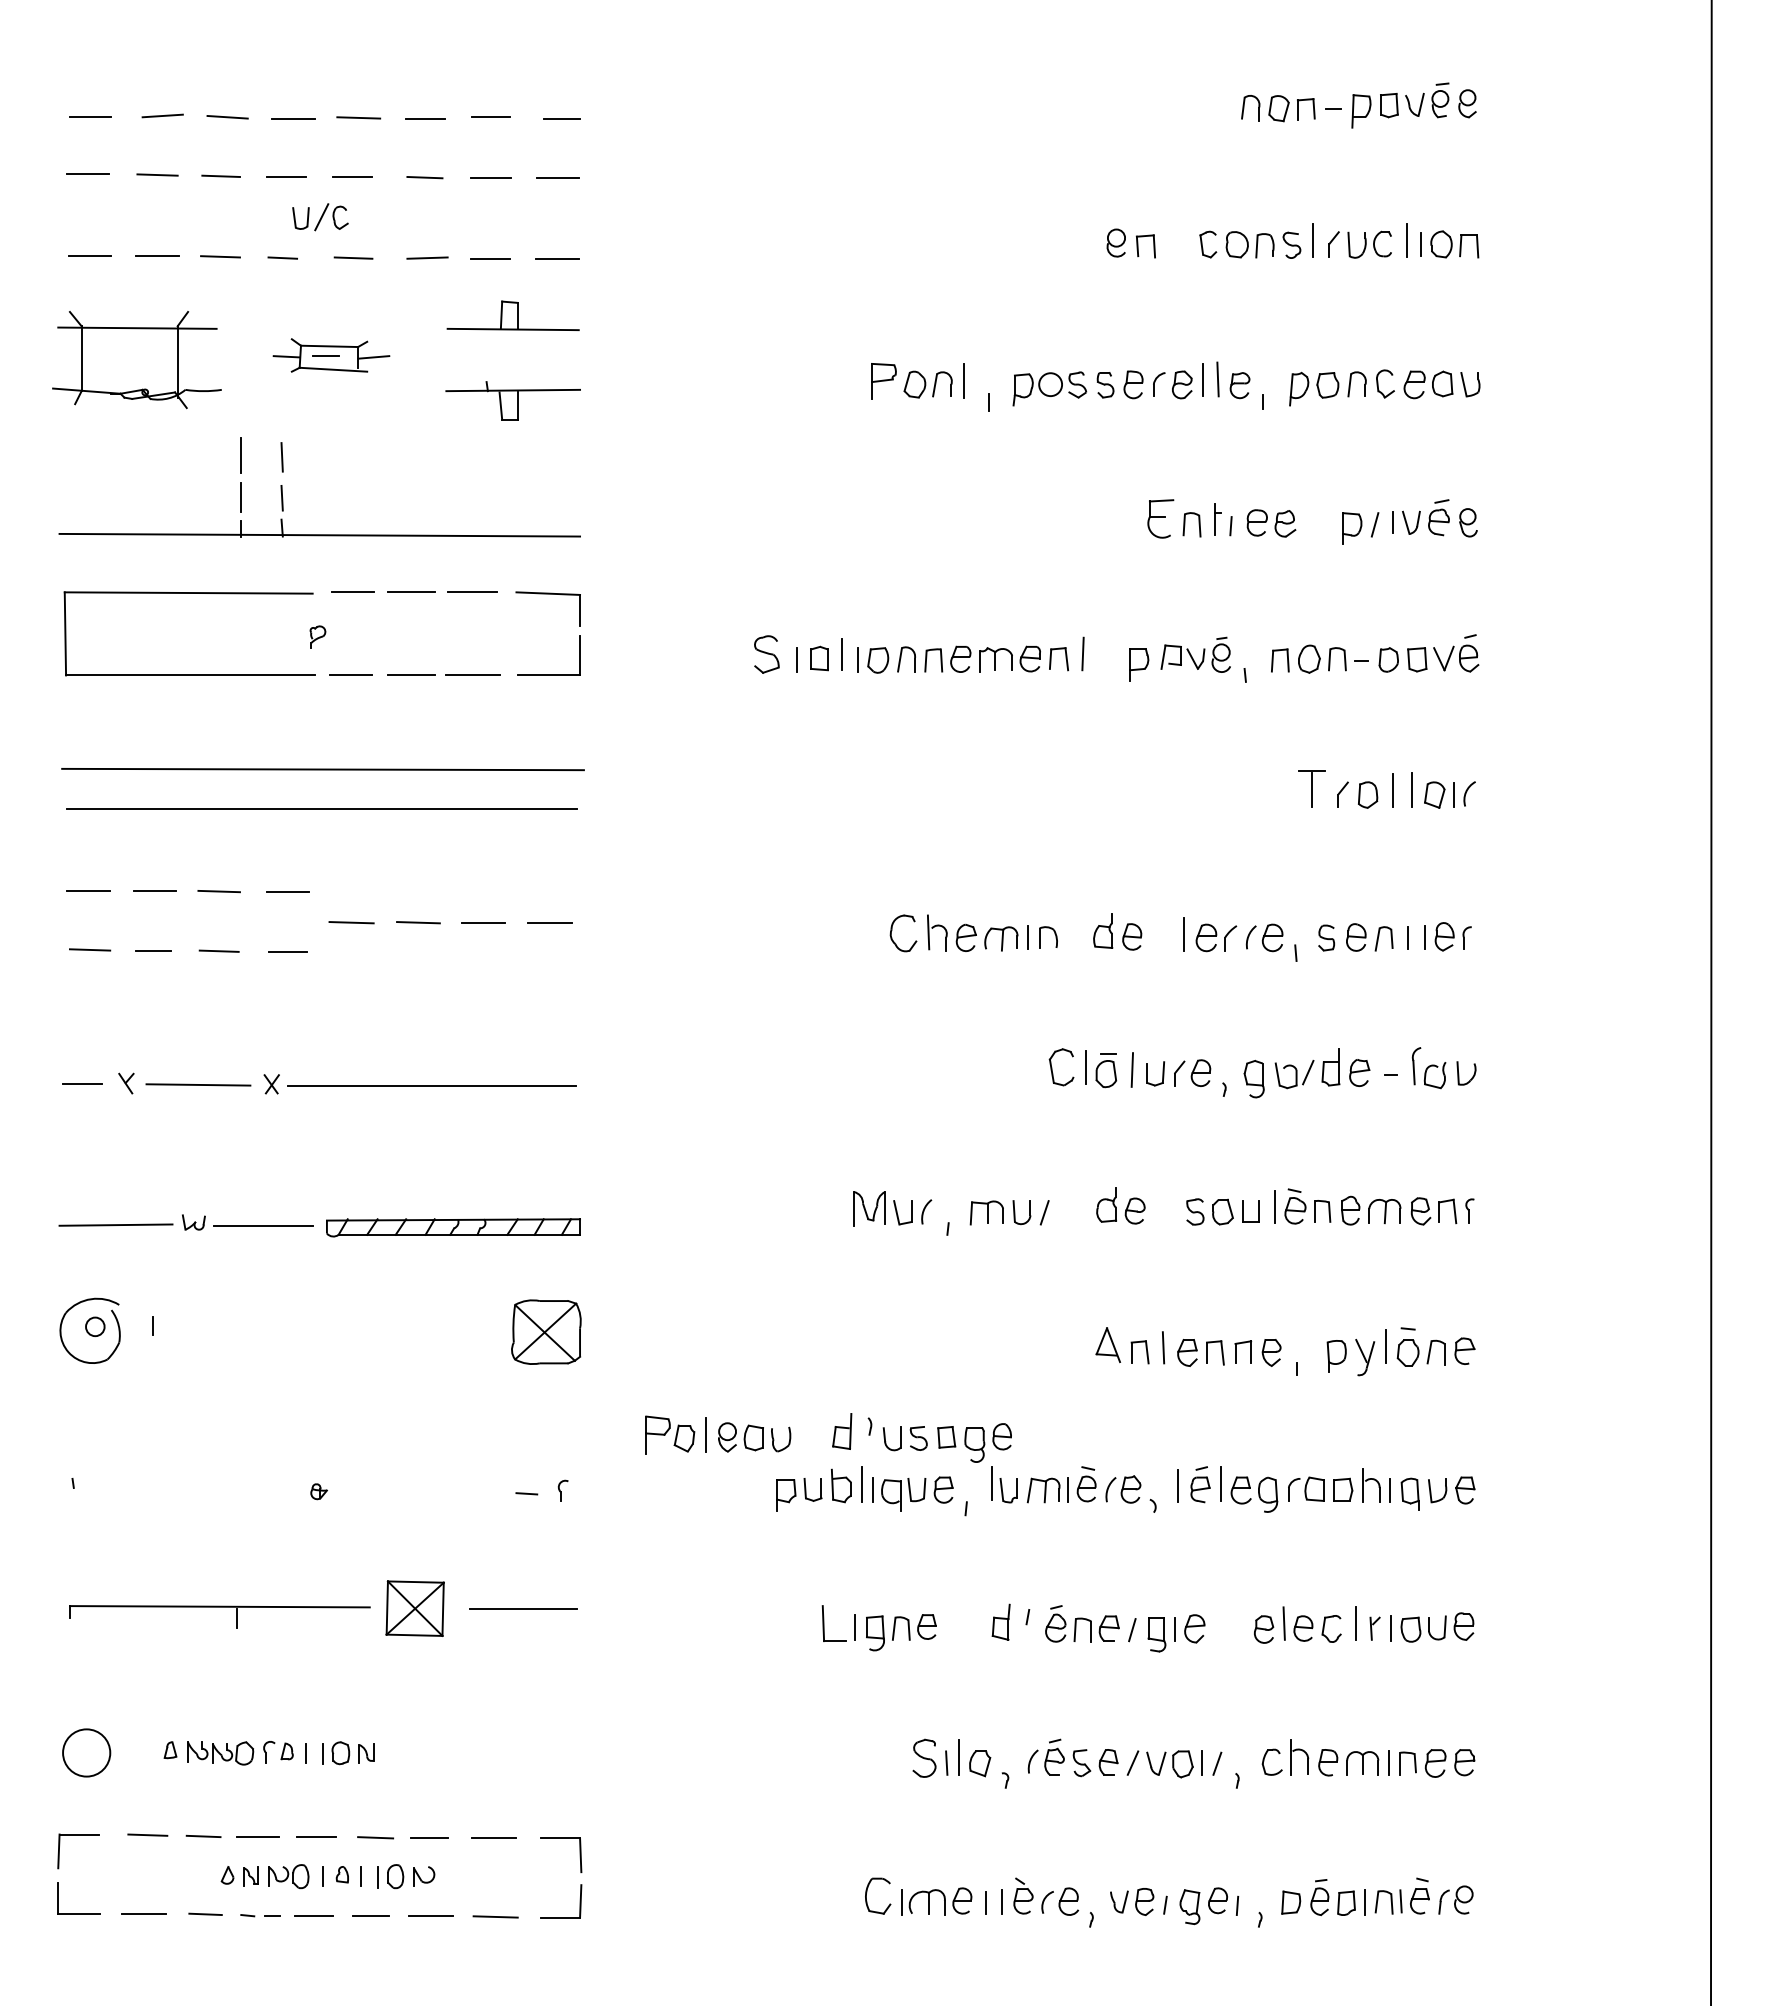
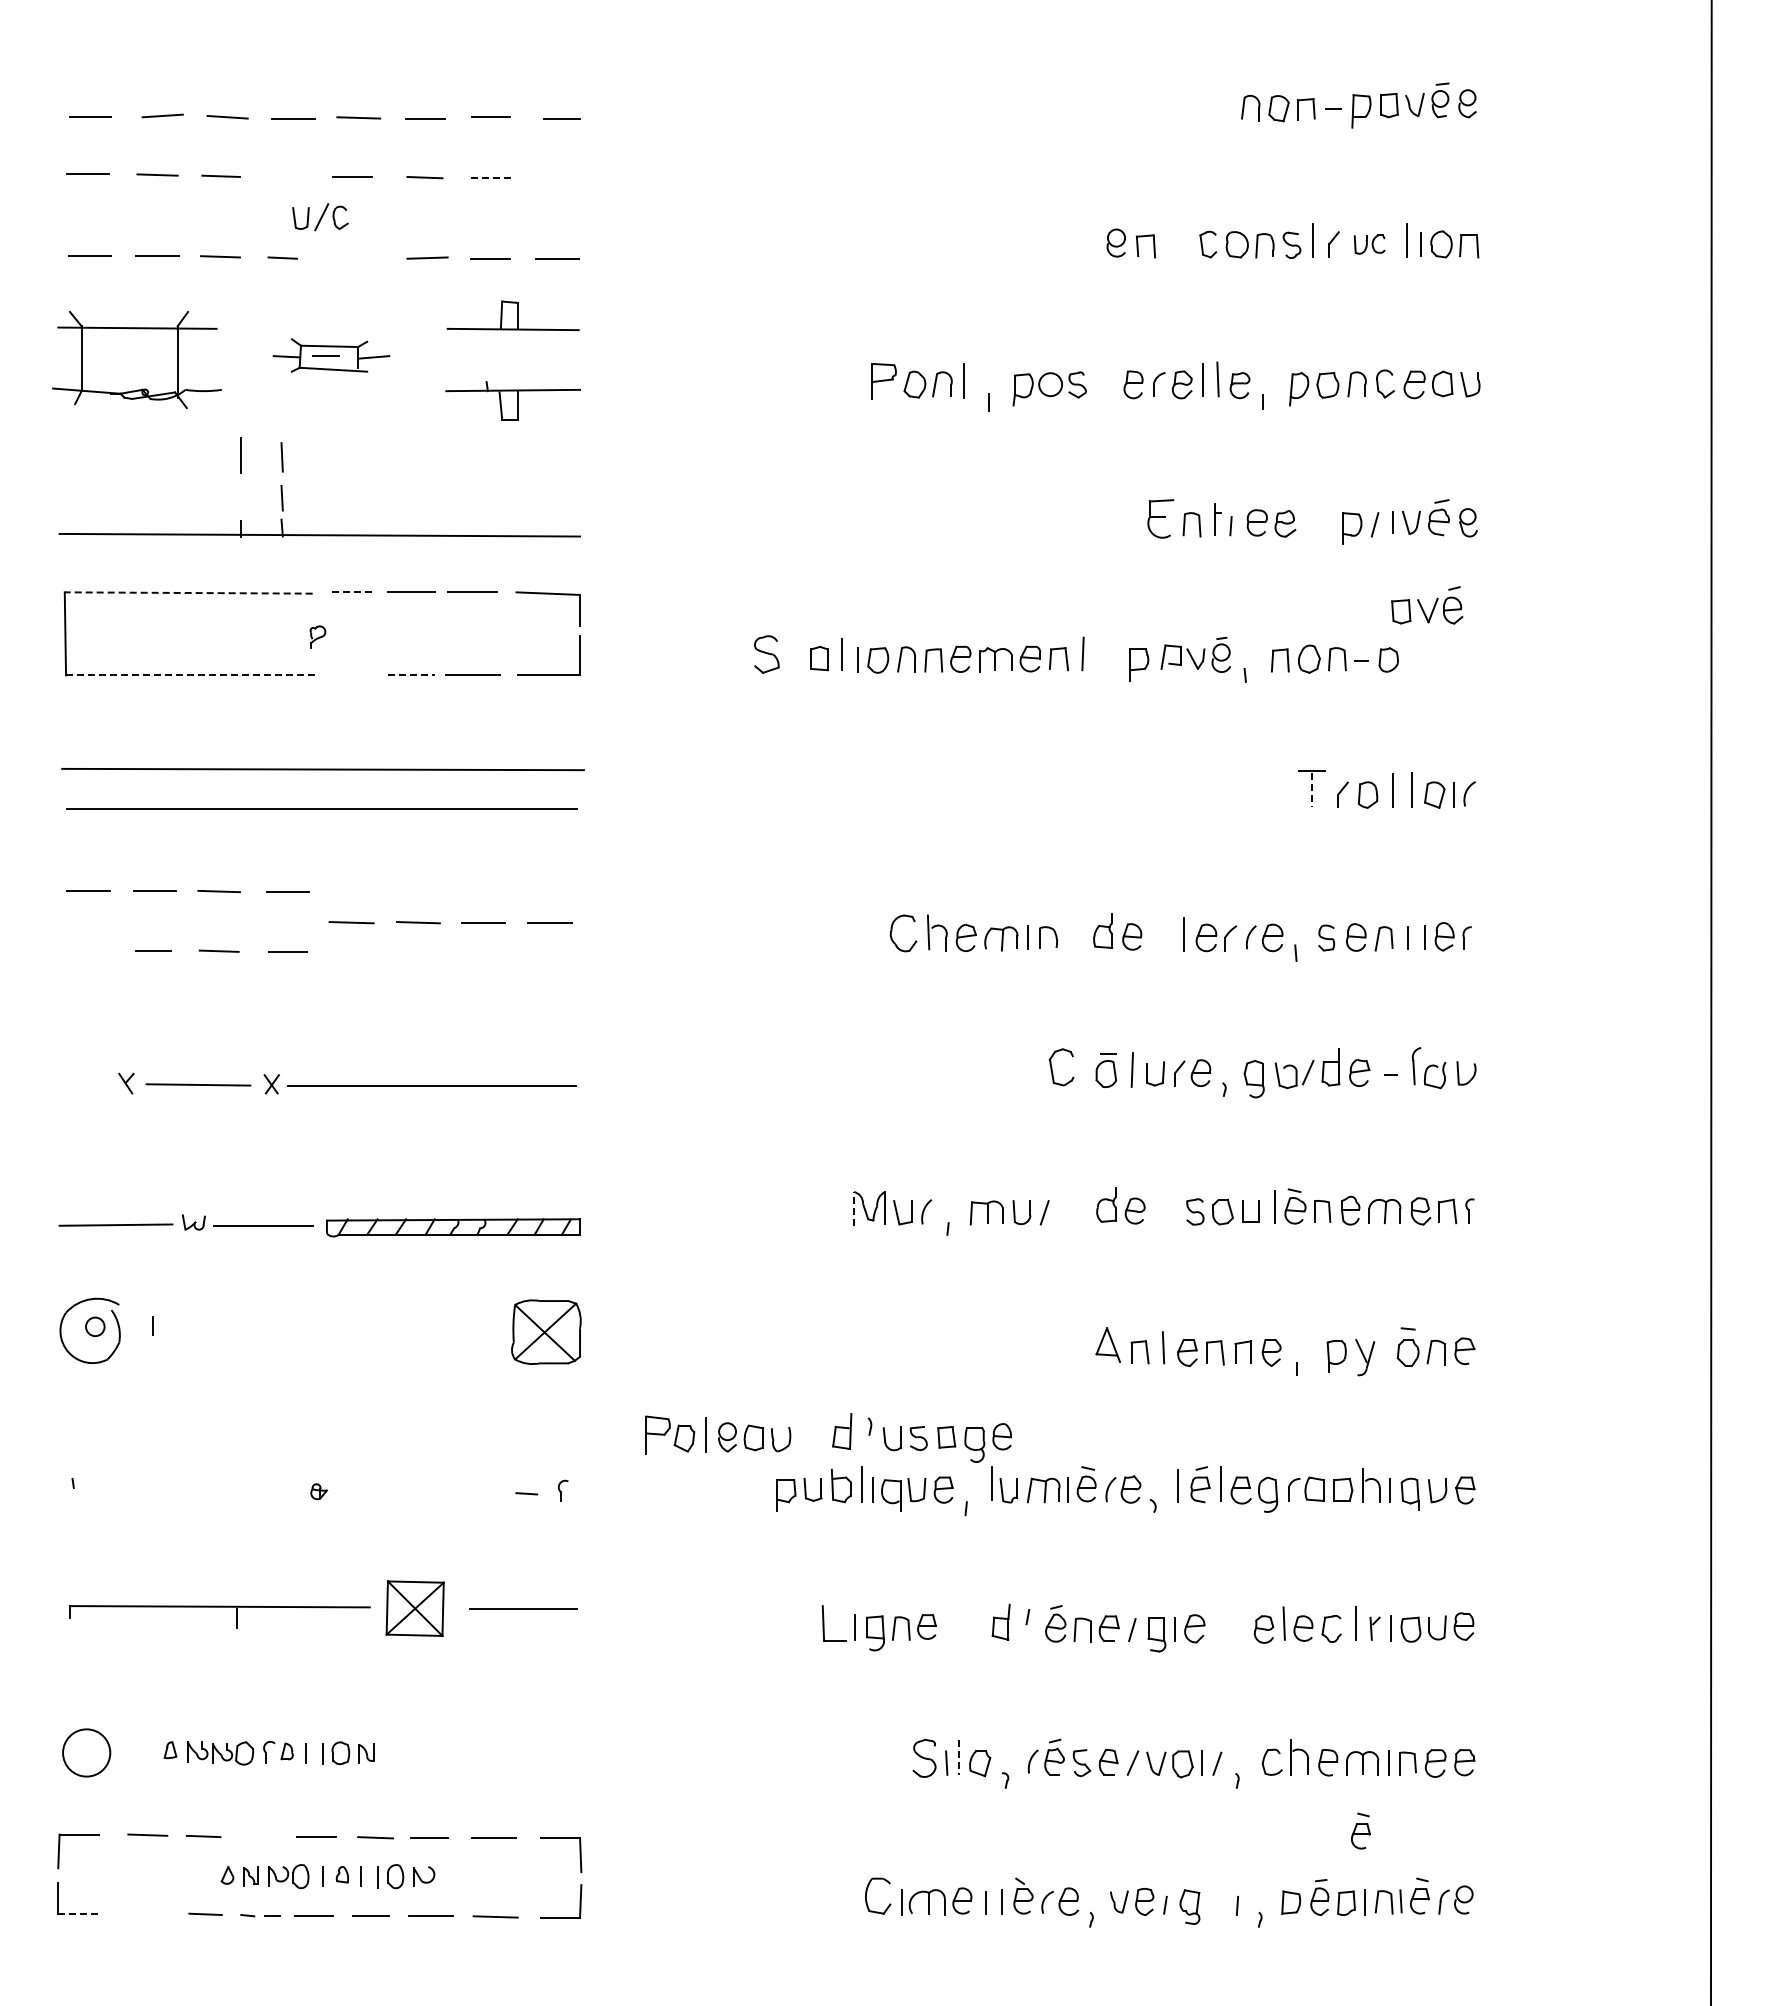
line at (286, 177): present -> none
line at (491, 178): solid -> dashed
line at (557, 178): present -> none
part at (1369, 244) size: 45x29 px -> 33x21 px
line at (353, 257): present -> none
part at (1105, 385): present -> none
line at (241, 497): present -> none
line at (352, 592): solid -> dashed
line at (188, 593): solid -> dashed
part at (1443, 653) position: (1443, 653) -> (1427, 605)
line at (796, 659): present -> none
line at (190, 675): solid -> dashed
line at (350, 675): present -> none
line at (411, 675): solid -> dashed
line at (1312, 789): solid -> dashed
line at (89, 949): present -> none
line at (1086, 1067): present -> none
line at (82, 1084): present -> none
line at (853, 1208): solid -> dashed
line at (1386, 1346): present -> none
line at (959, 1757): solid -> dashed
part at (1360, 1830): none -> present
line at (257, 1837): present -> none
part at (1217, 1900): present -> none
line at (79, 1913): solid -> dashed
line at (143, 1913): present -> none
